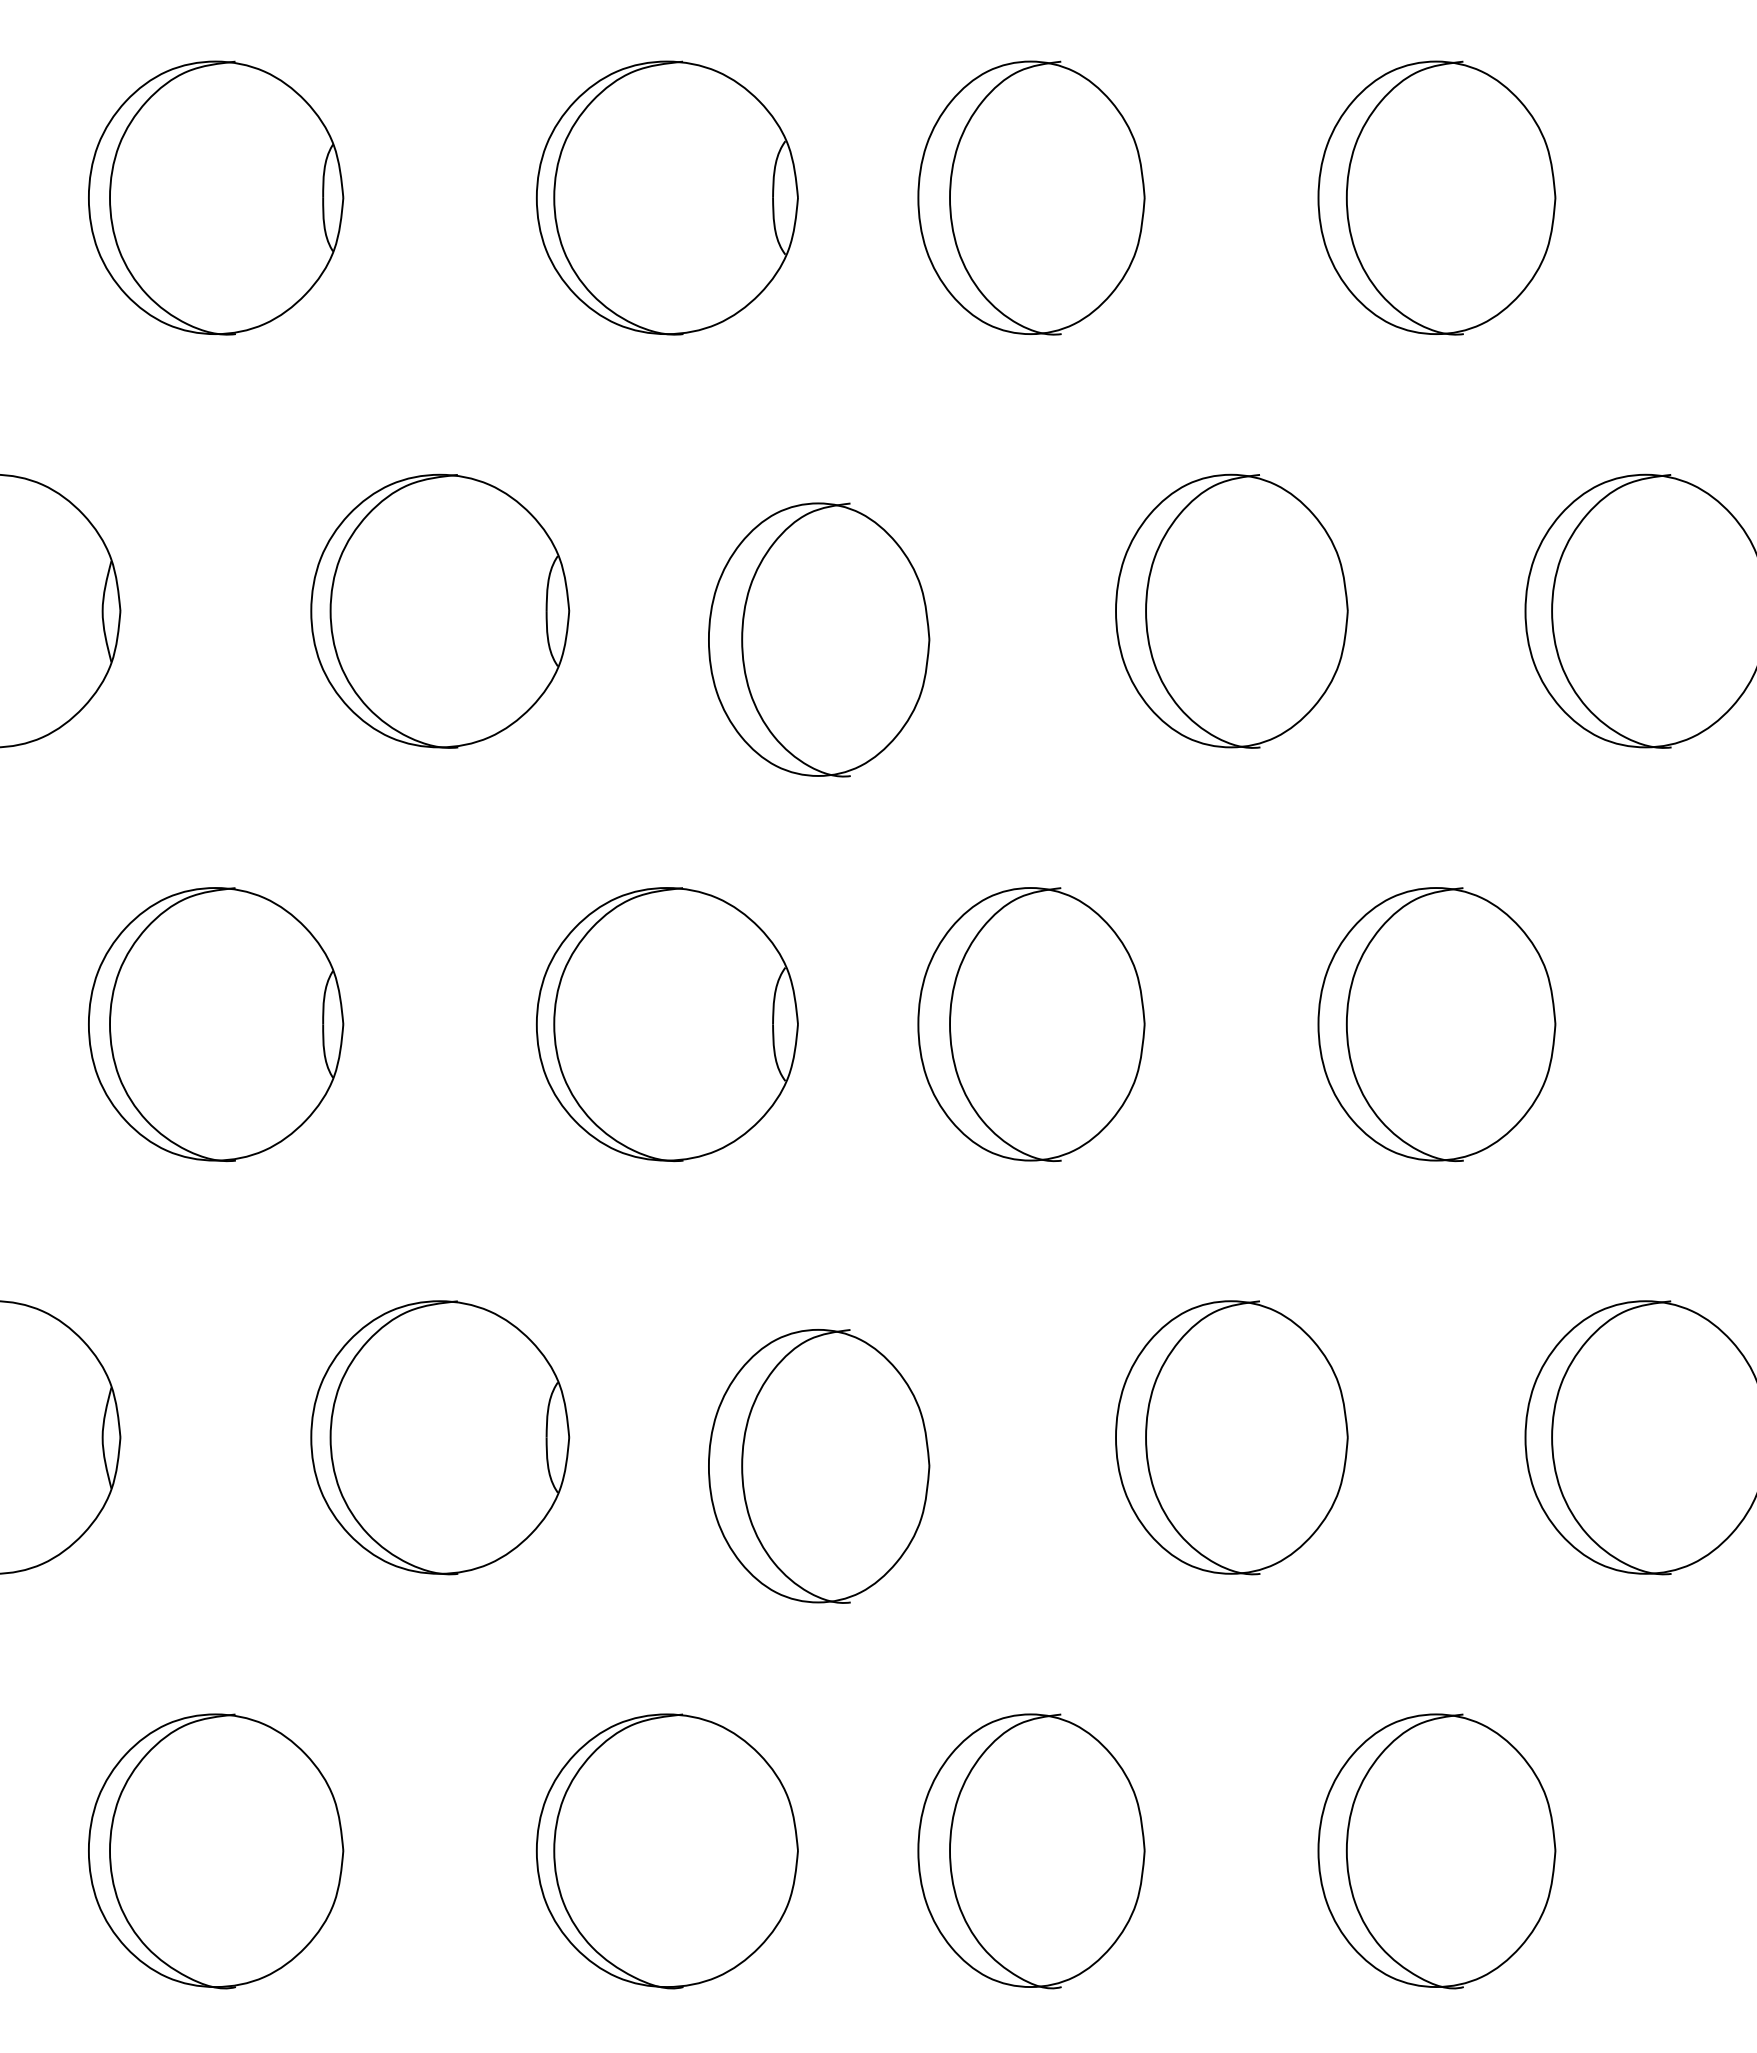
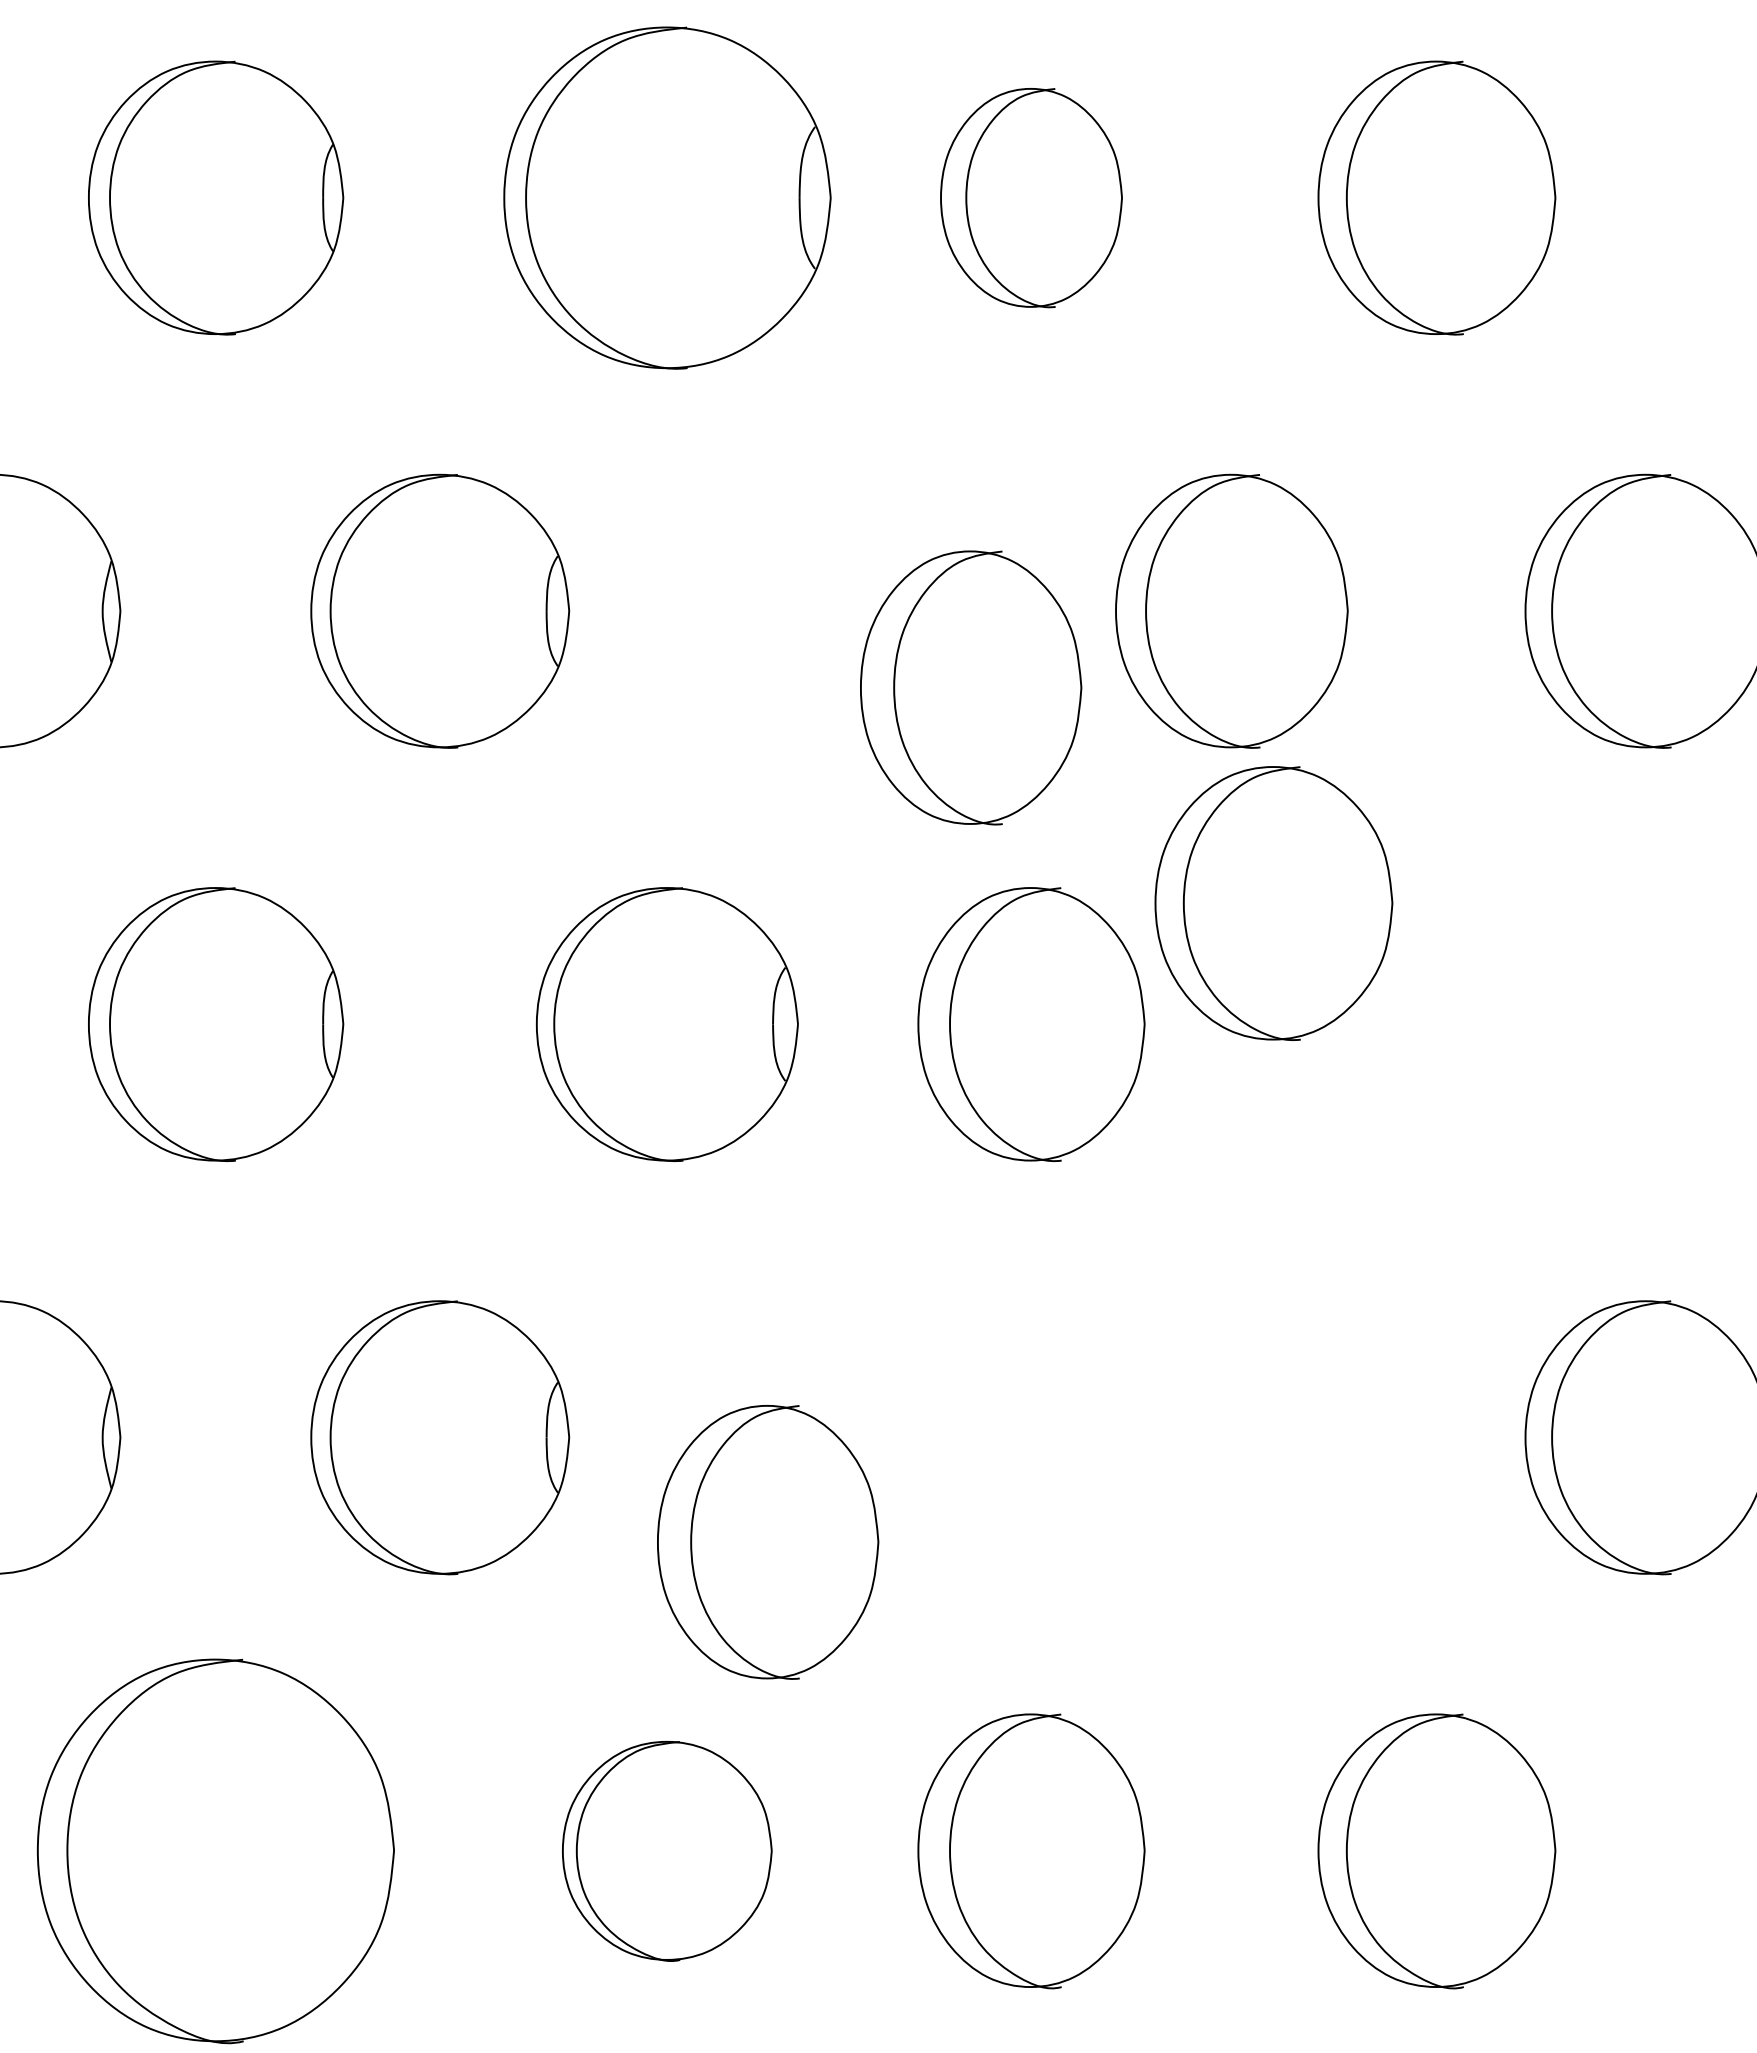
part at (666, 197) size: 264x276 px -> 329x344 px
part at (1031, 197) size: 229x276 px -> 183x221 px
part at (819, 639) position: (819, 639) -> (971, 687)
part at (1436, 1024) position: (1436, 1024) -> (1273, 903)
part at (1231, 1437): present -> none
part at (819, 1466) position: (819, 1466) -> (768, 1542)
part at (216, 1851) size: 257x277 px -> 359x387 px
part at (666, 1851) size: 264x277 px -> 211x221 px
